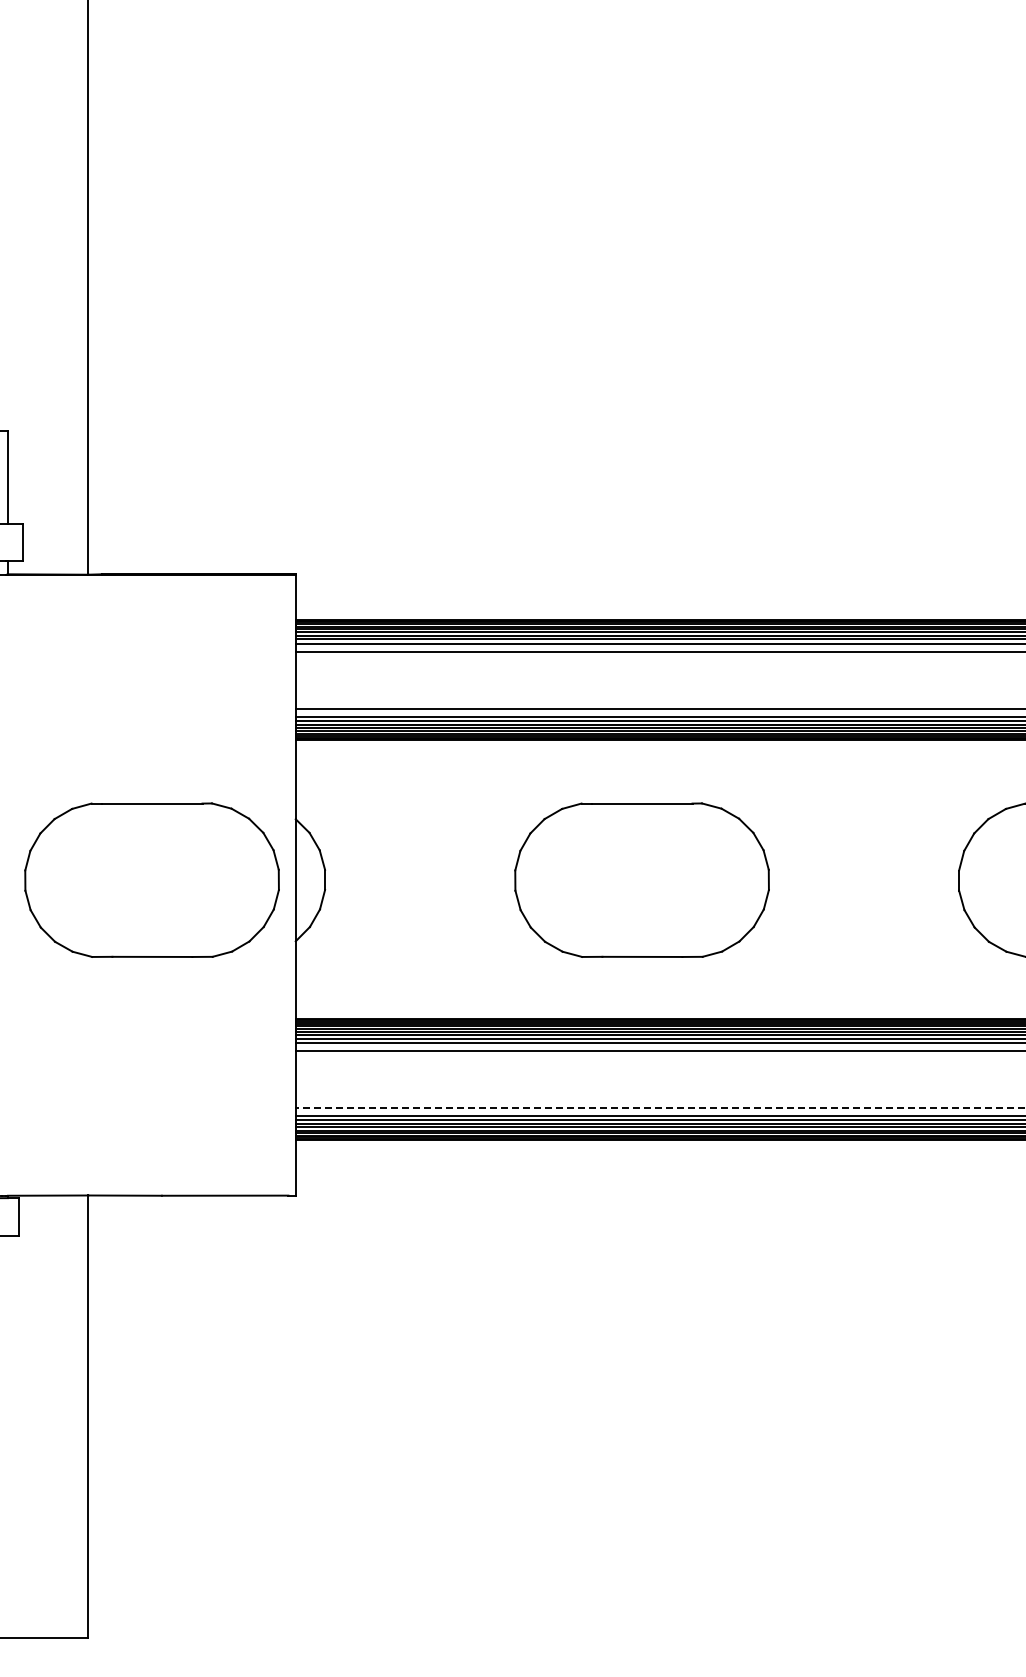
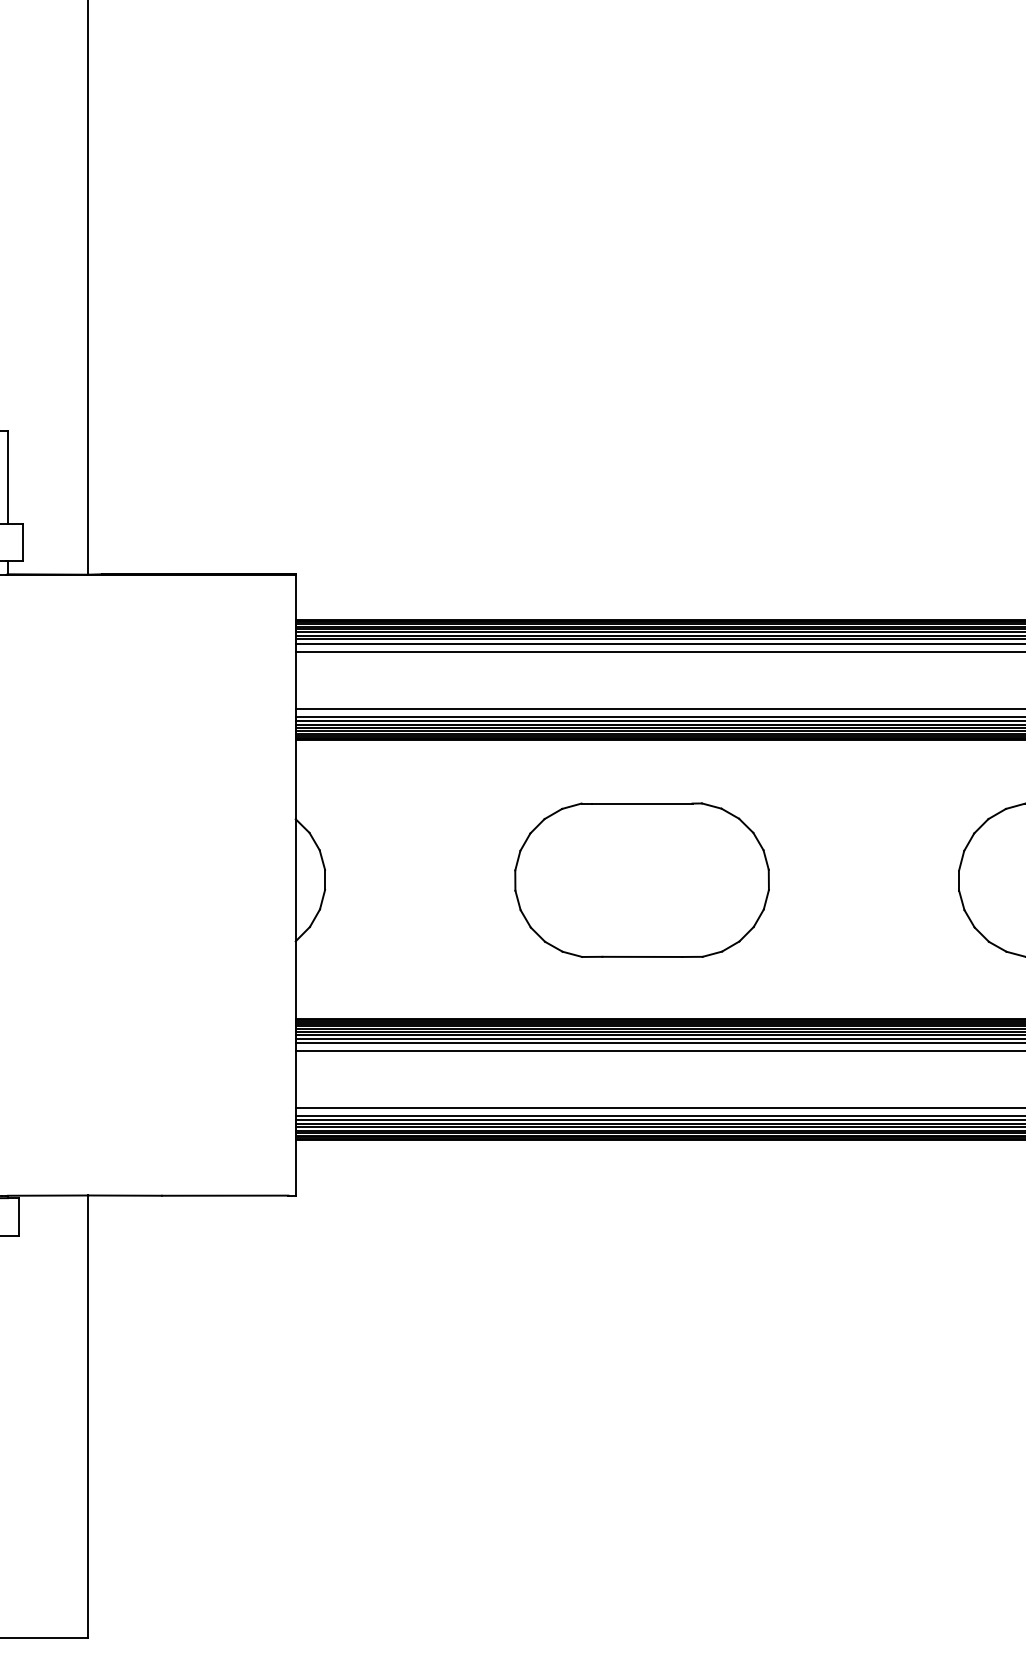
part at (151, 879): present -> none
line at (660, 1108): dashed -> solid
